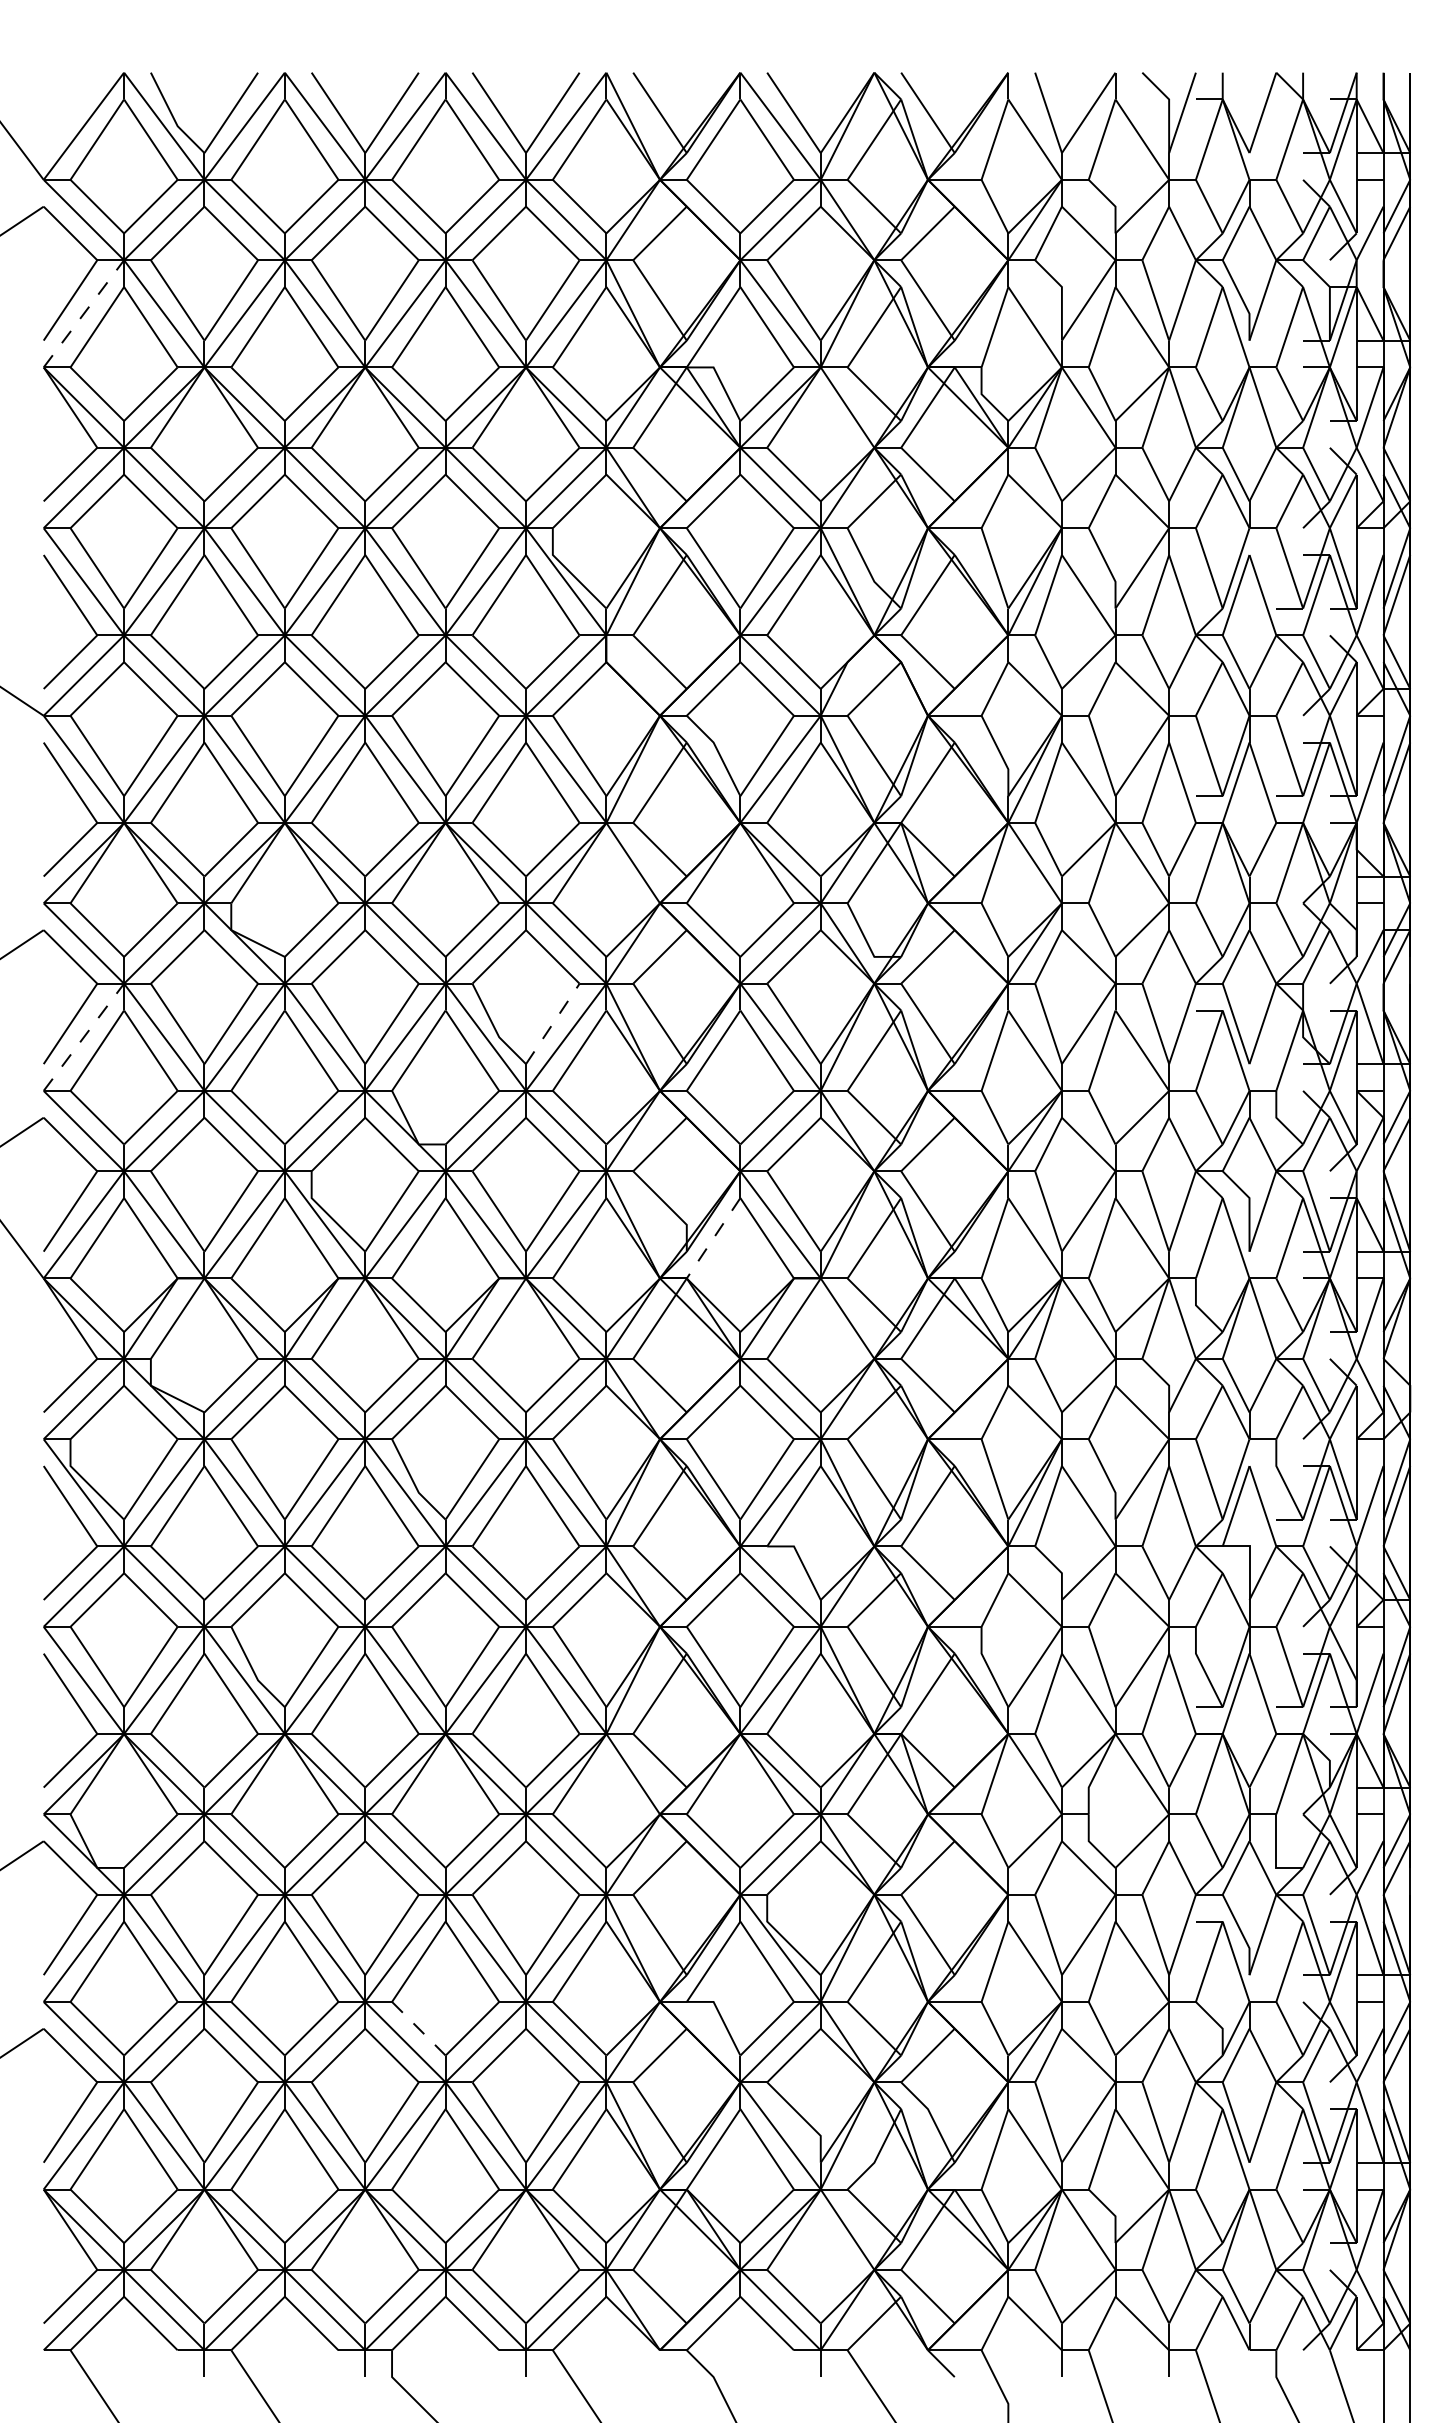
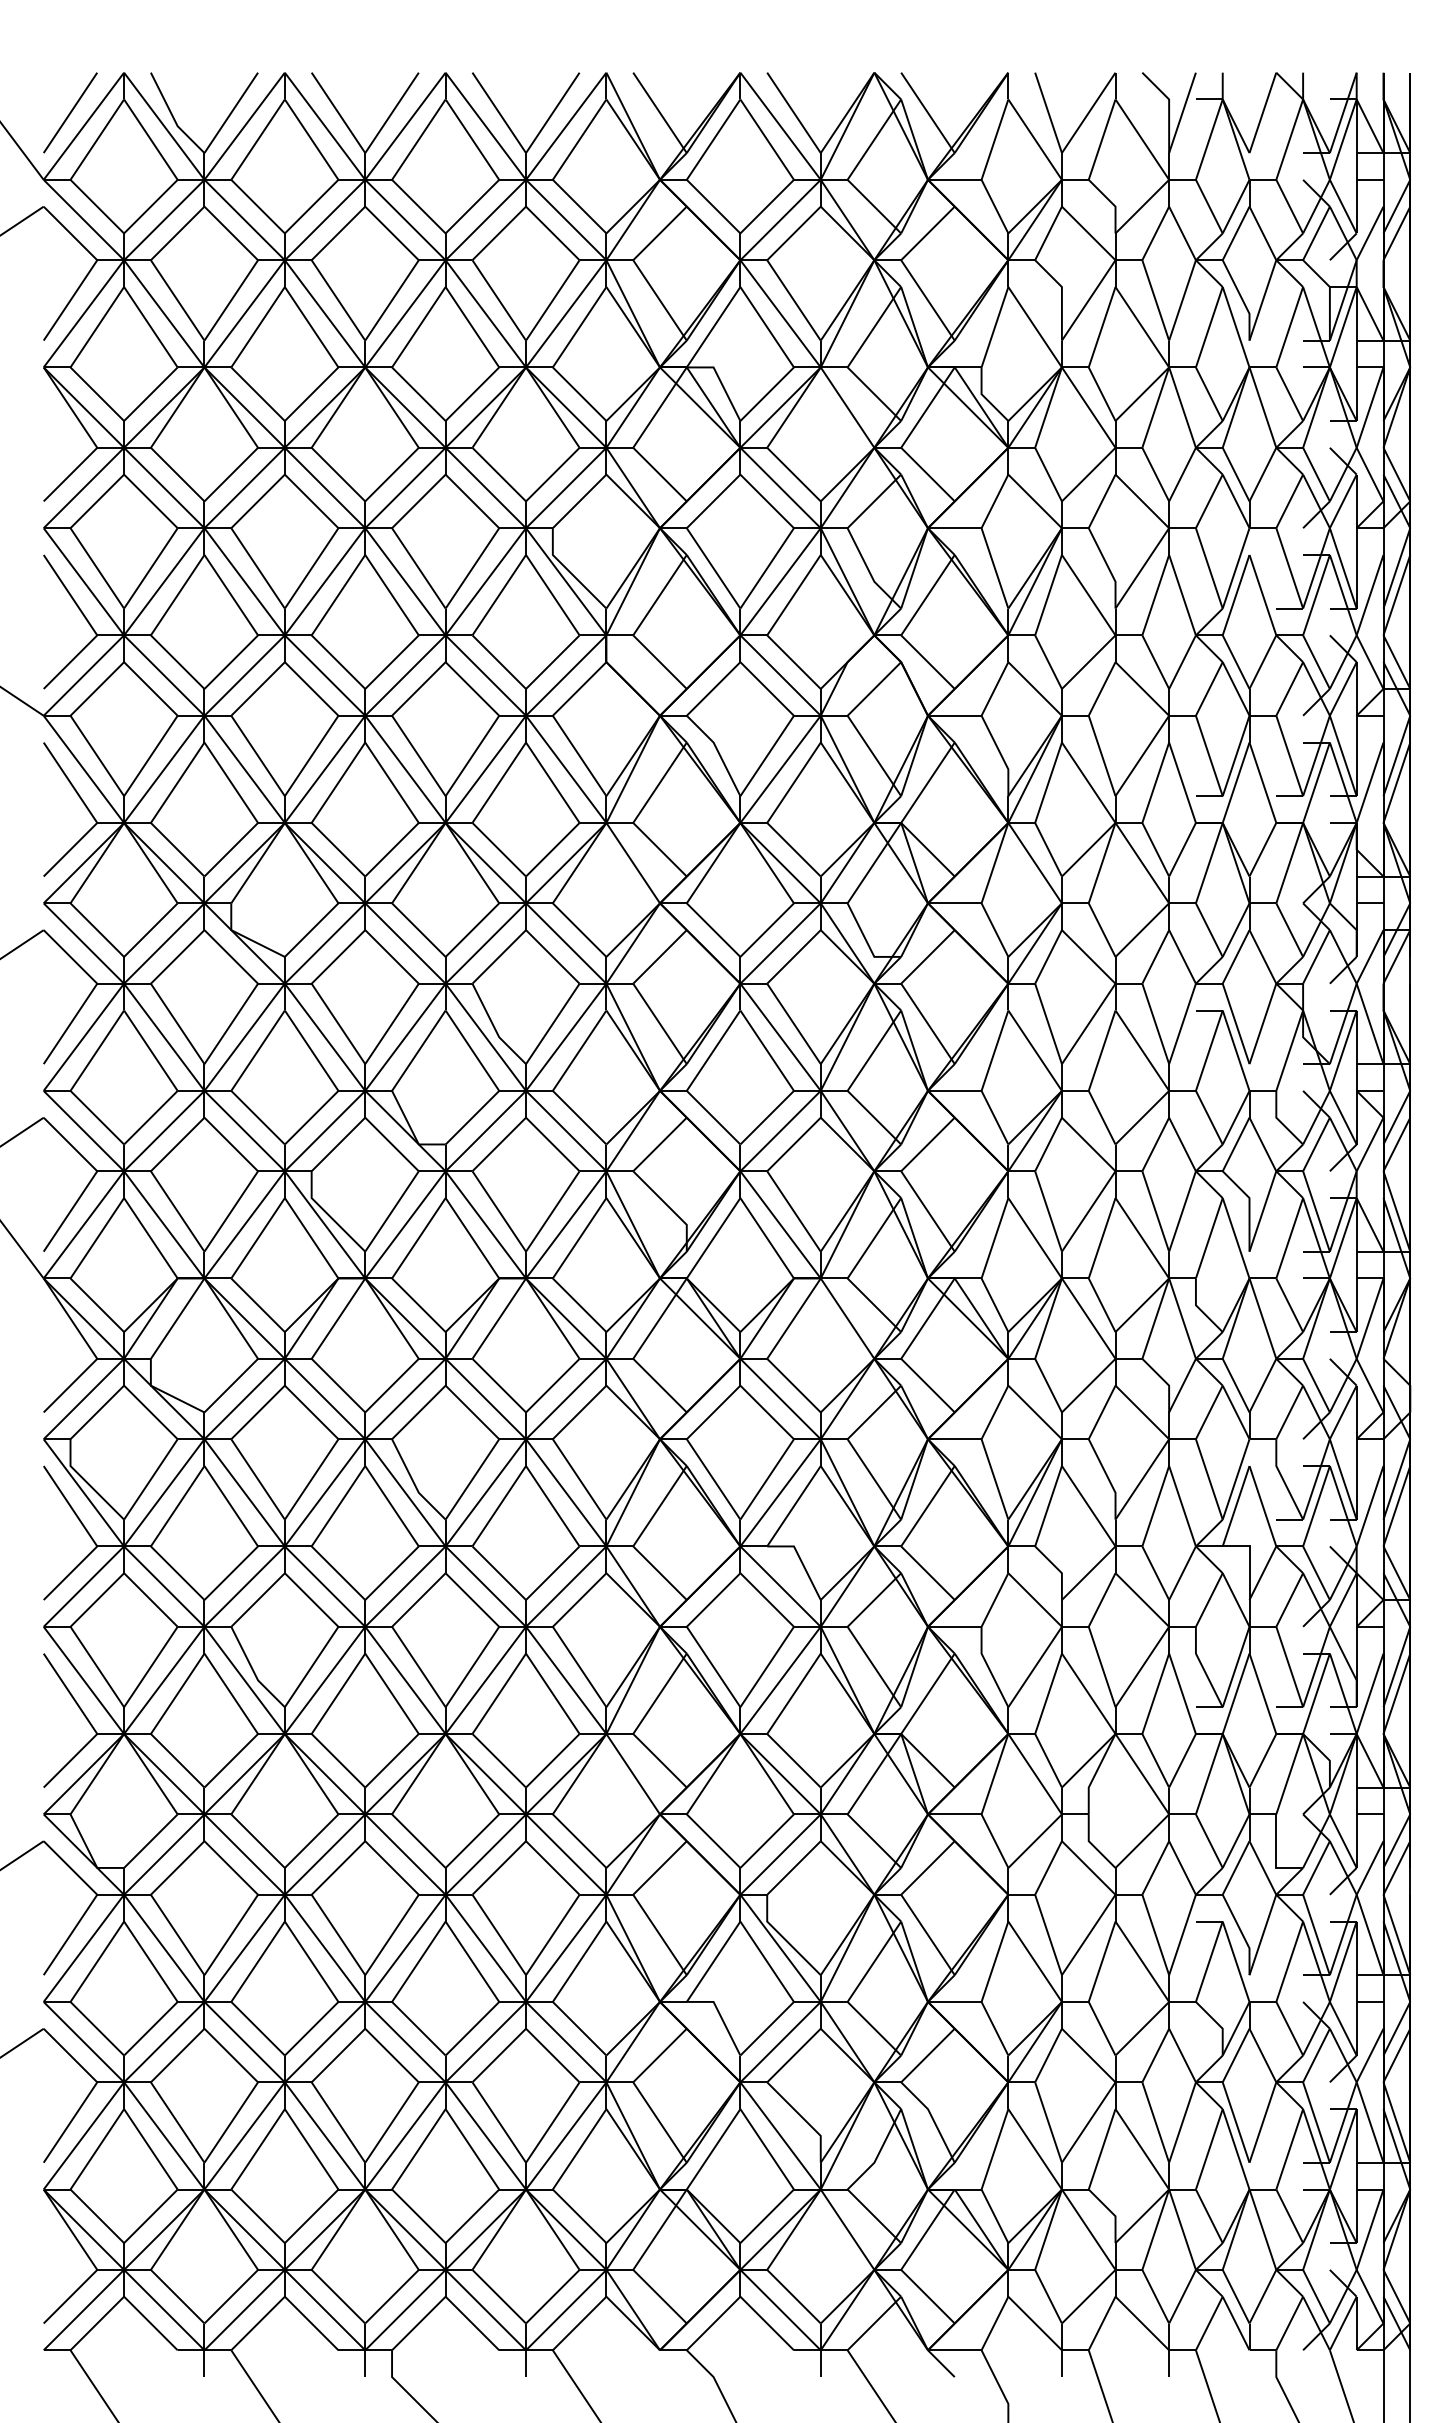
line at (70, 112): none -> present
line at (83, 313): dashed -> solid
line at (553, 1023): dashed -> solid
line at (83, 1037): dashed -> solid
line at (713, 1238): dashed -> solid
line at (418, 2028): dashed -> solid
